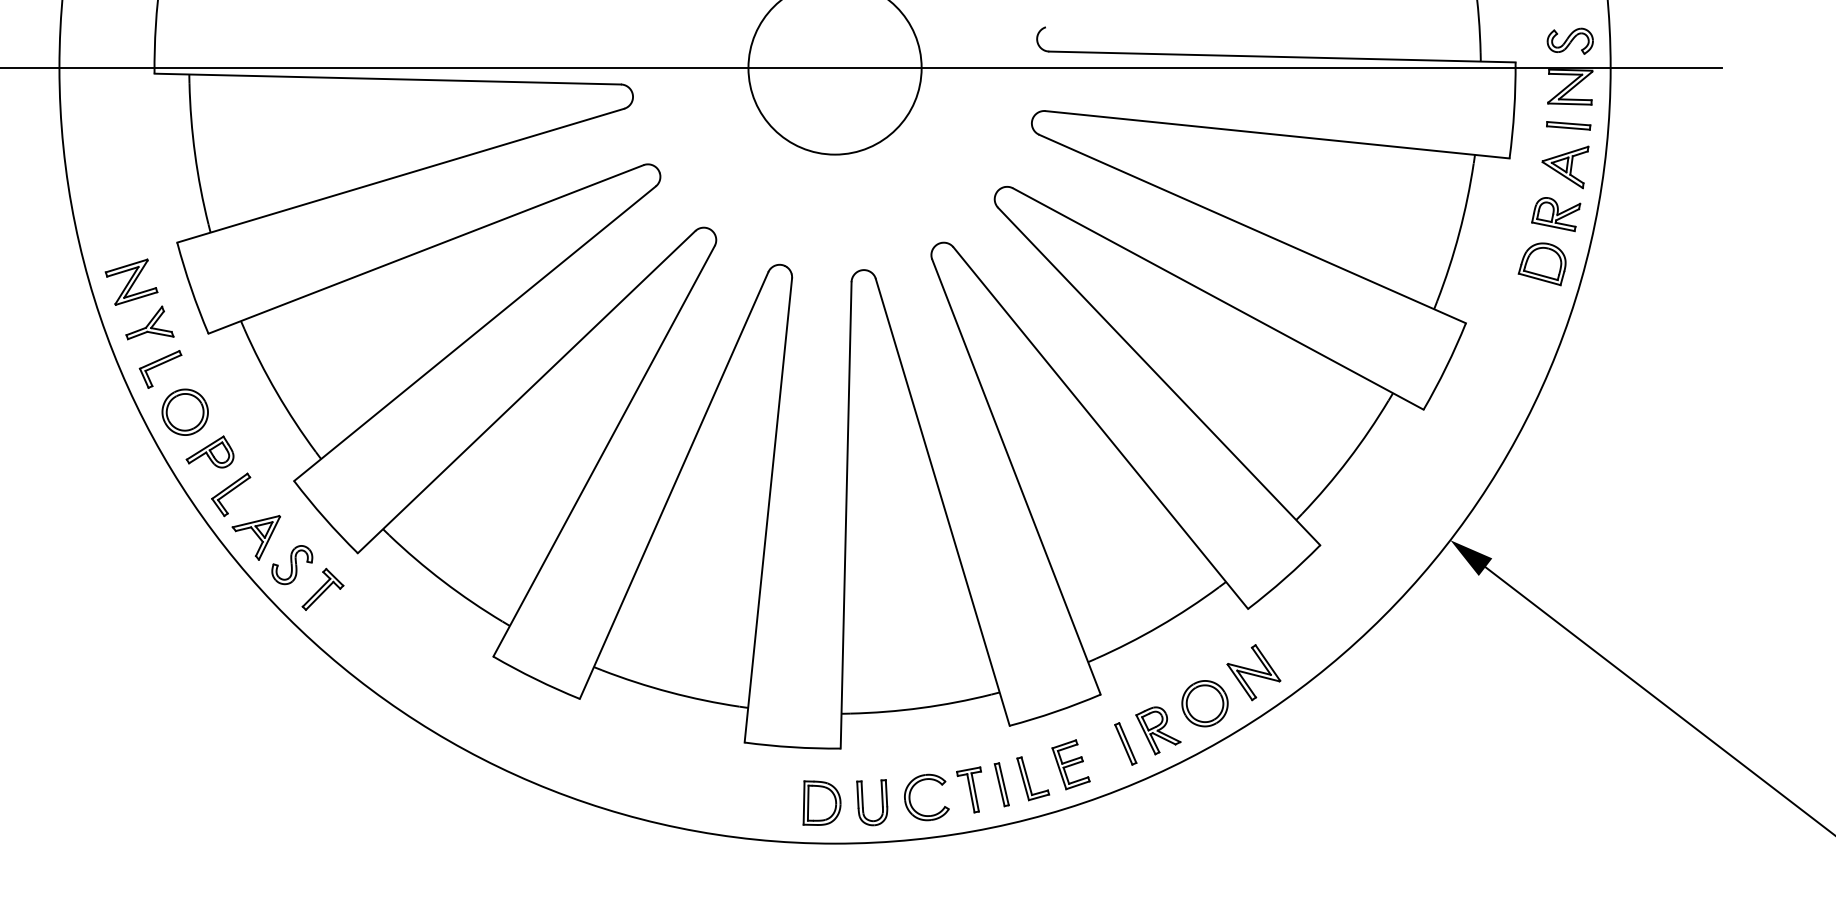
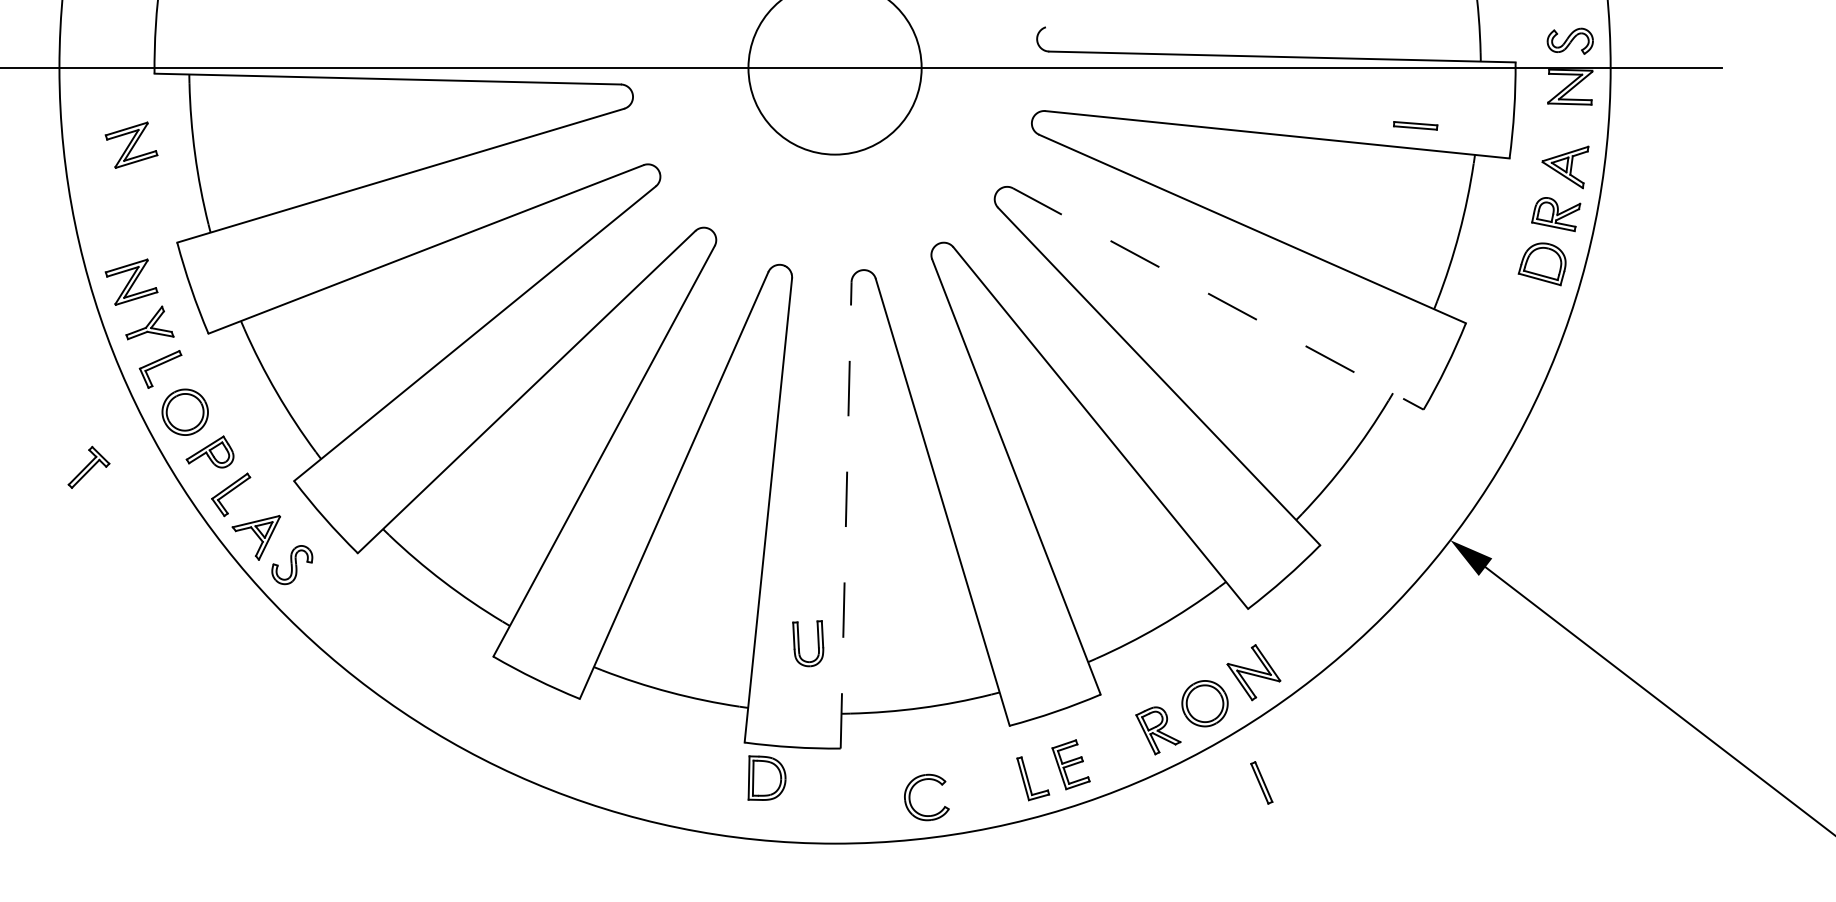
part at (1568, 125) position: (1568, 125) -> (1415, 125)
part at (131, 144): none -> present
line at (1218, 299): solid -> dashed
line at (846, 514): solid -> dashed
part at (322, 588) position: (322, 588) -> (88, 466)
part at (1125, 743) position: (1125, 743) -> (1261, 782)
part at (1001, 784): present -> none
part at (968, 789): present -> none
part at (821, 802) position: (821, 802) -> (766, 777)
part at (863, 802) position: (863, 802) -> (799, 643)
